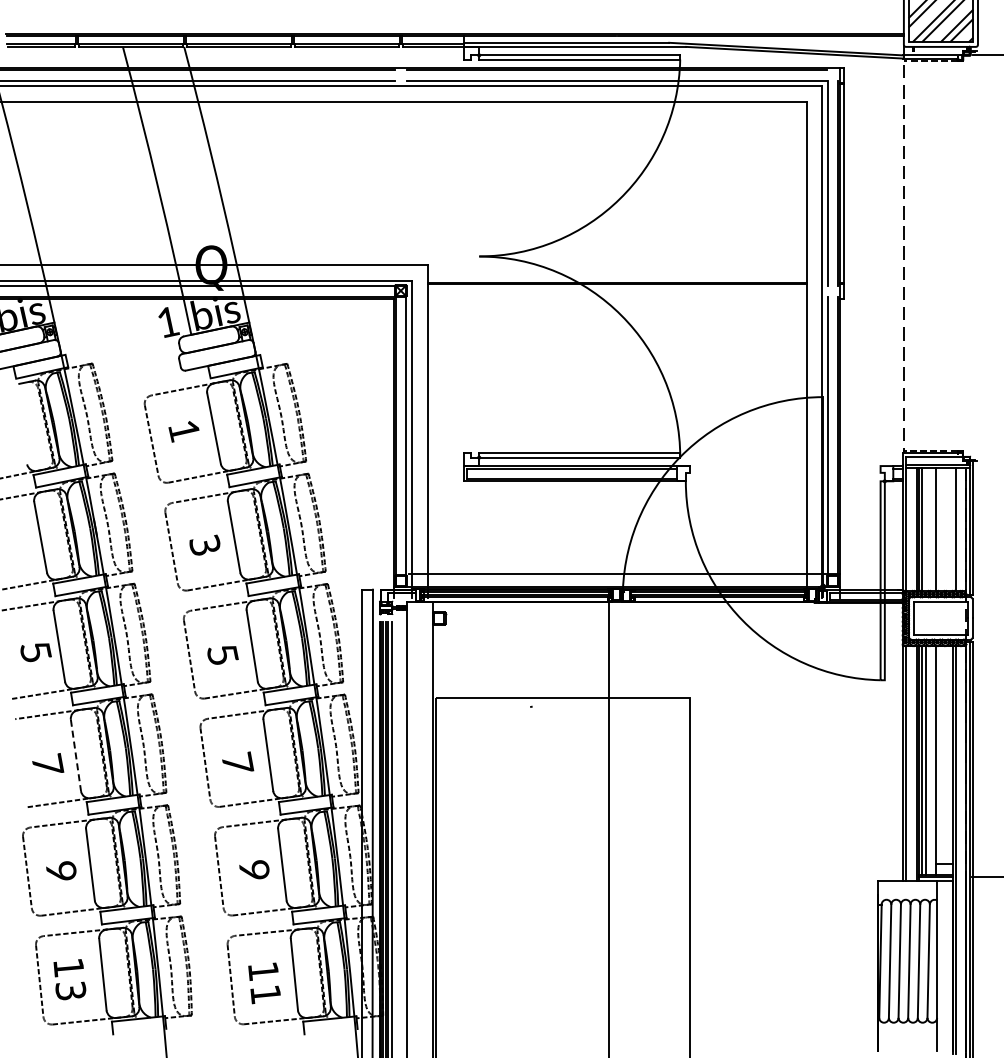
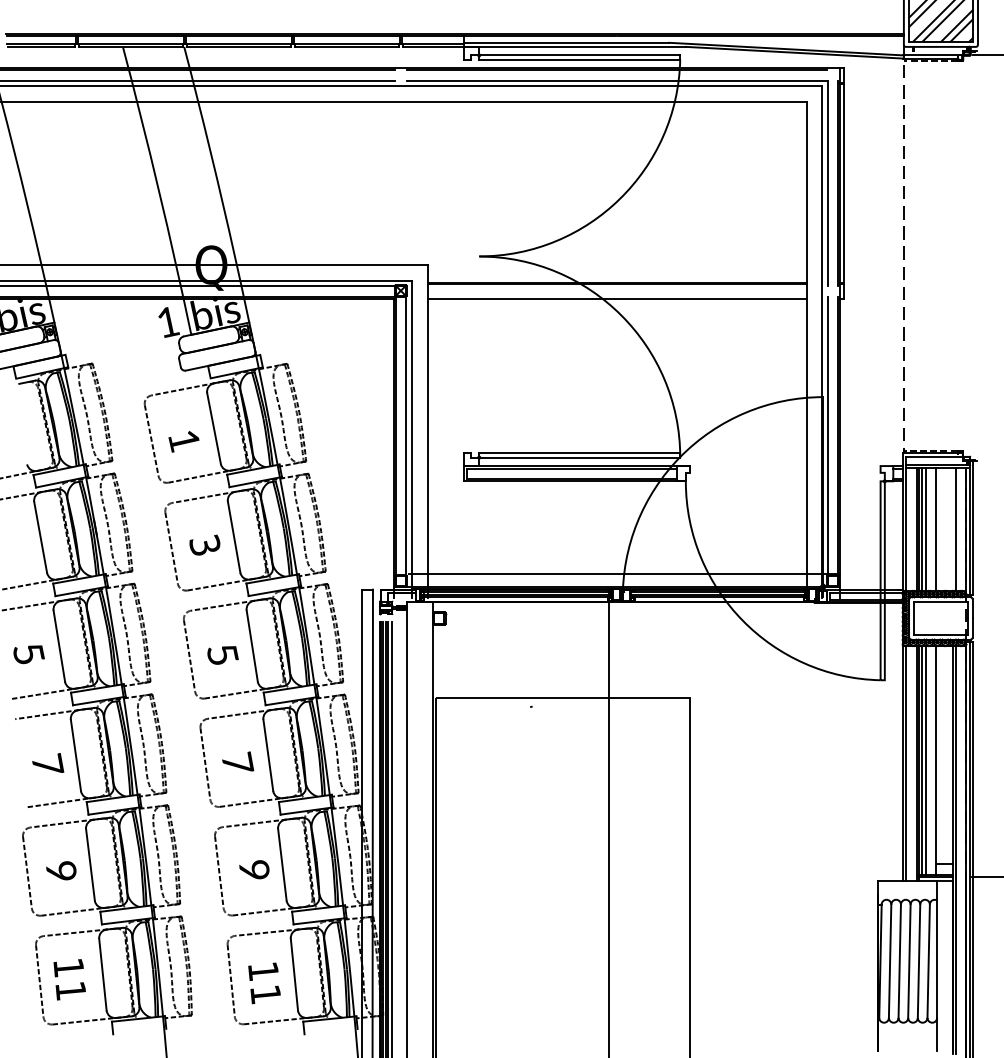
line at (616, 298): none -> present
text at (183, 431) position: (183, 431) -> (183, 441)
line at (925, 528): none -> present
text at (35, 652) position: (35, 652) -> (28, 654)
line at (75, 755): dashed -> solid
text at (70, 990): 13 -> 11
